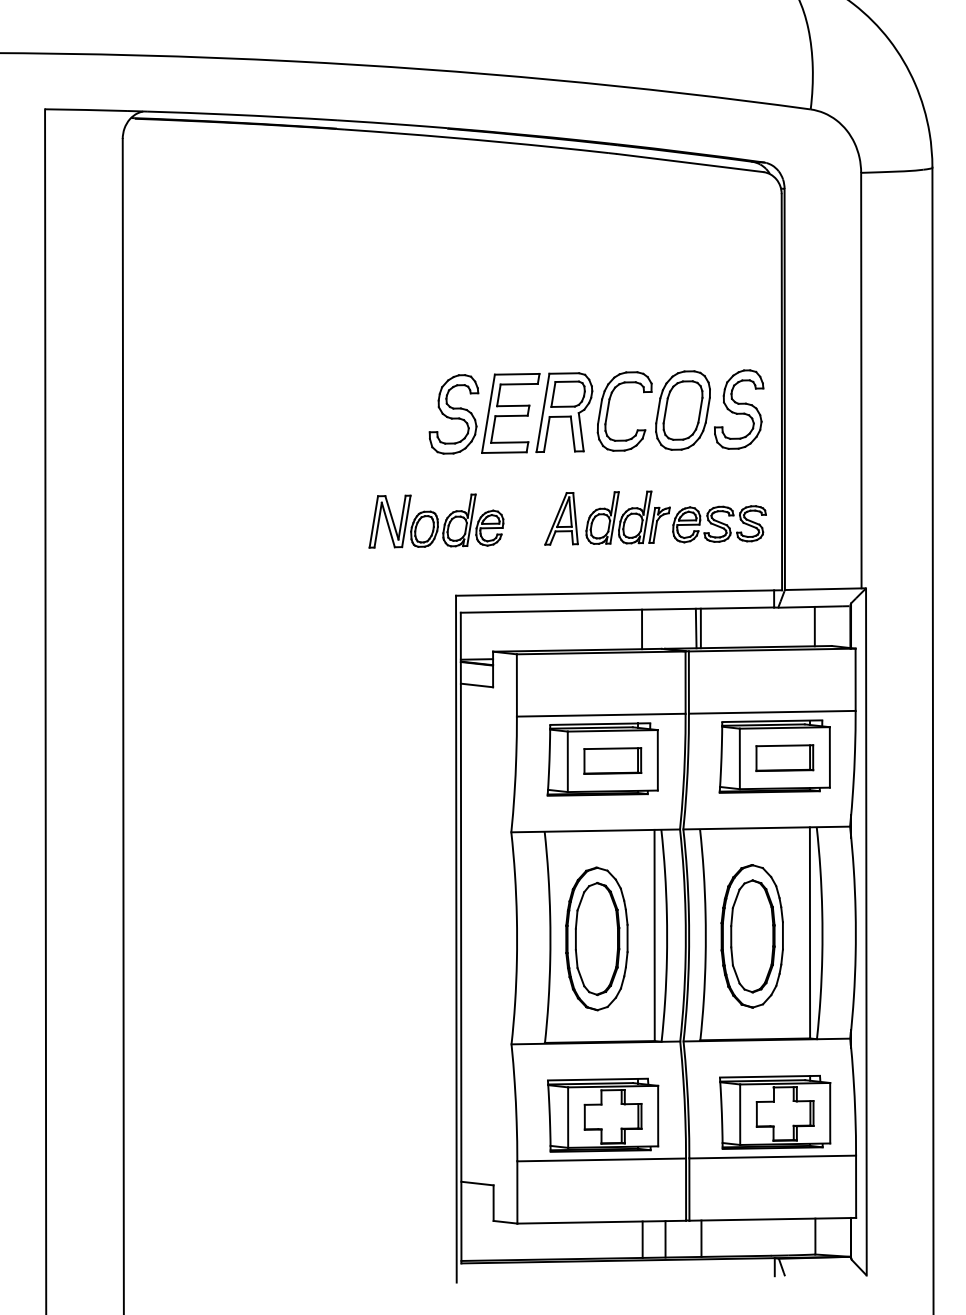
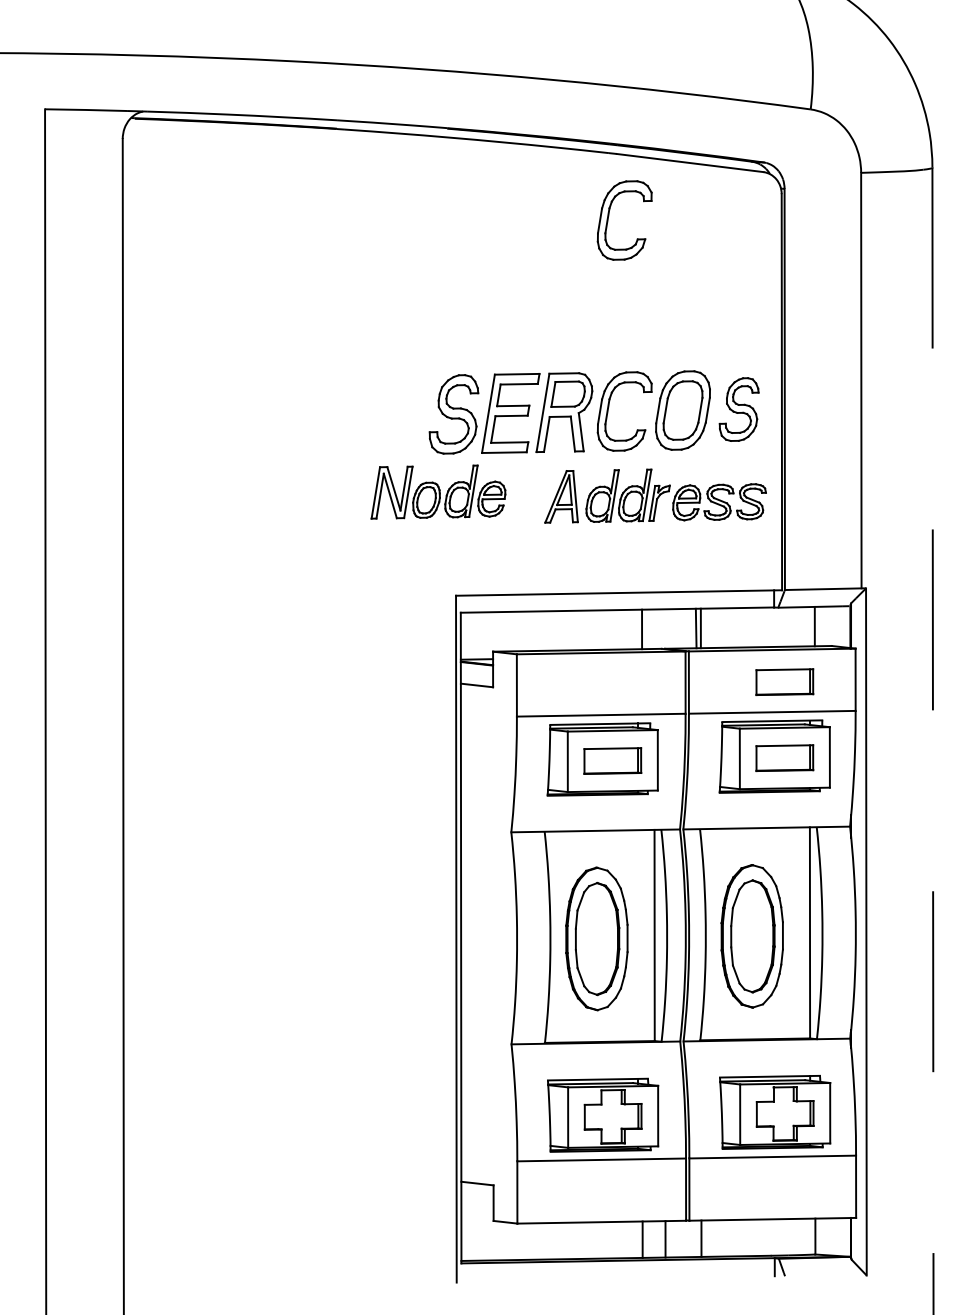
part at (609, 216): none -> present
part at (739, 409) size: 51x81 px -> 42x65 px
part at (655, 517) position: (655, 517) -> (655, 495)
part at (436, 520) position: (436, 520) -> (438, 491)
part at (784, 682): none -> present
line at (932, 741): solid -> dashed
